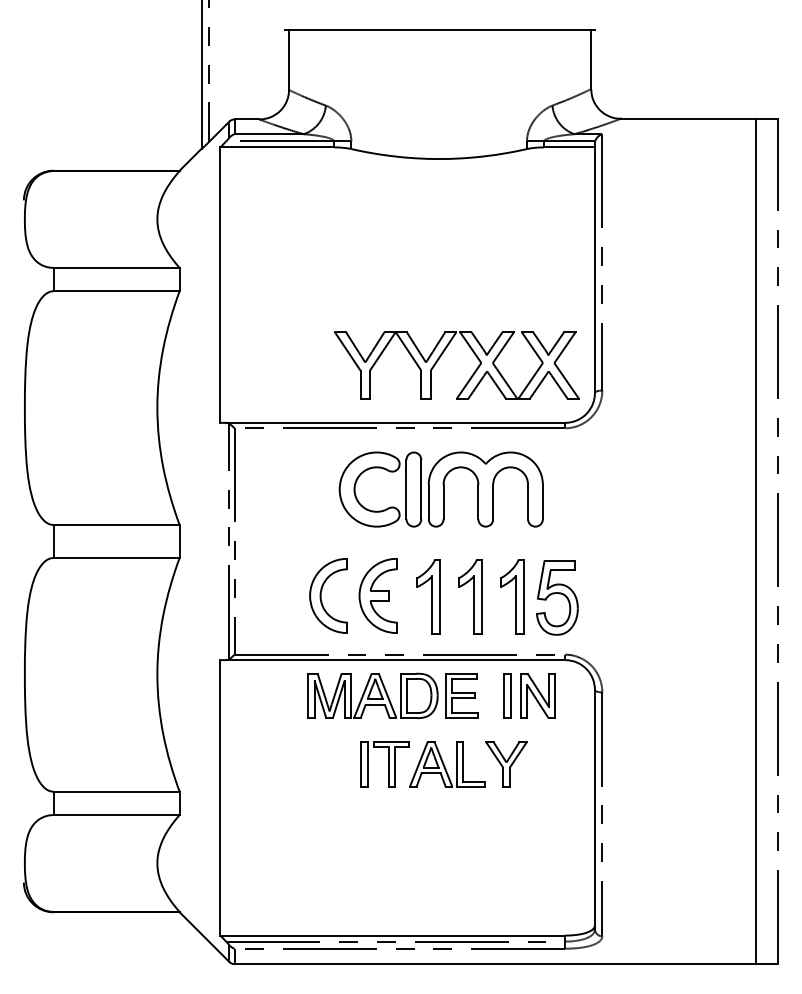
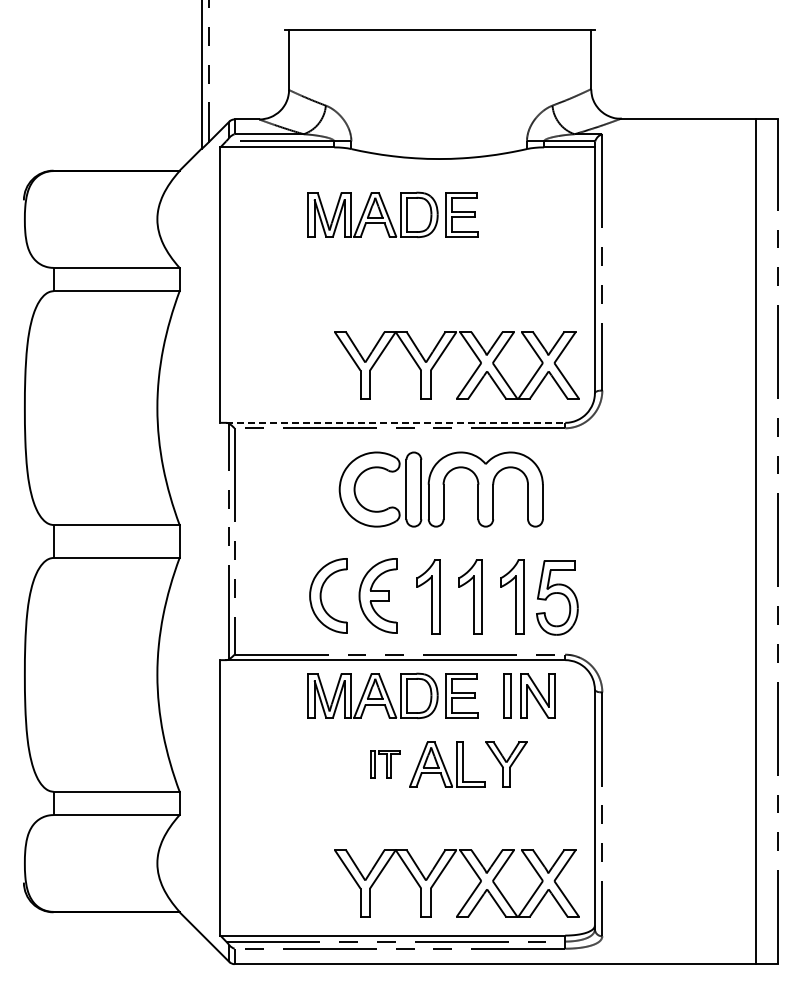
part at (392, 214): none -> present
line at (395, 422): solid -> dashed
part at (384, 764) size: 50x47 px -> 31x29 px
part at (441, 874): none -> present
